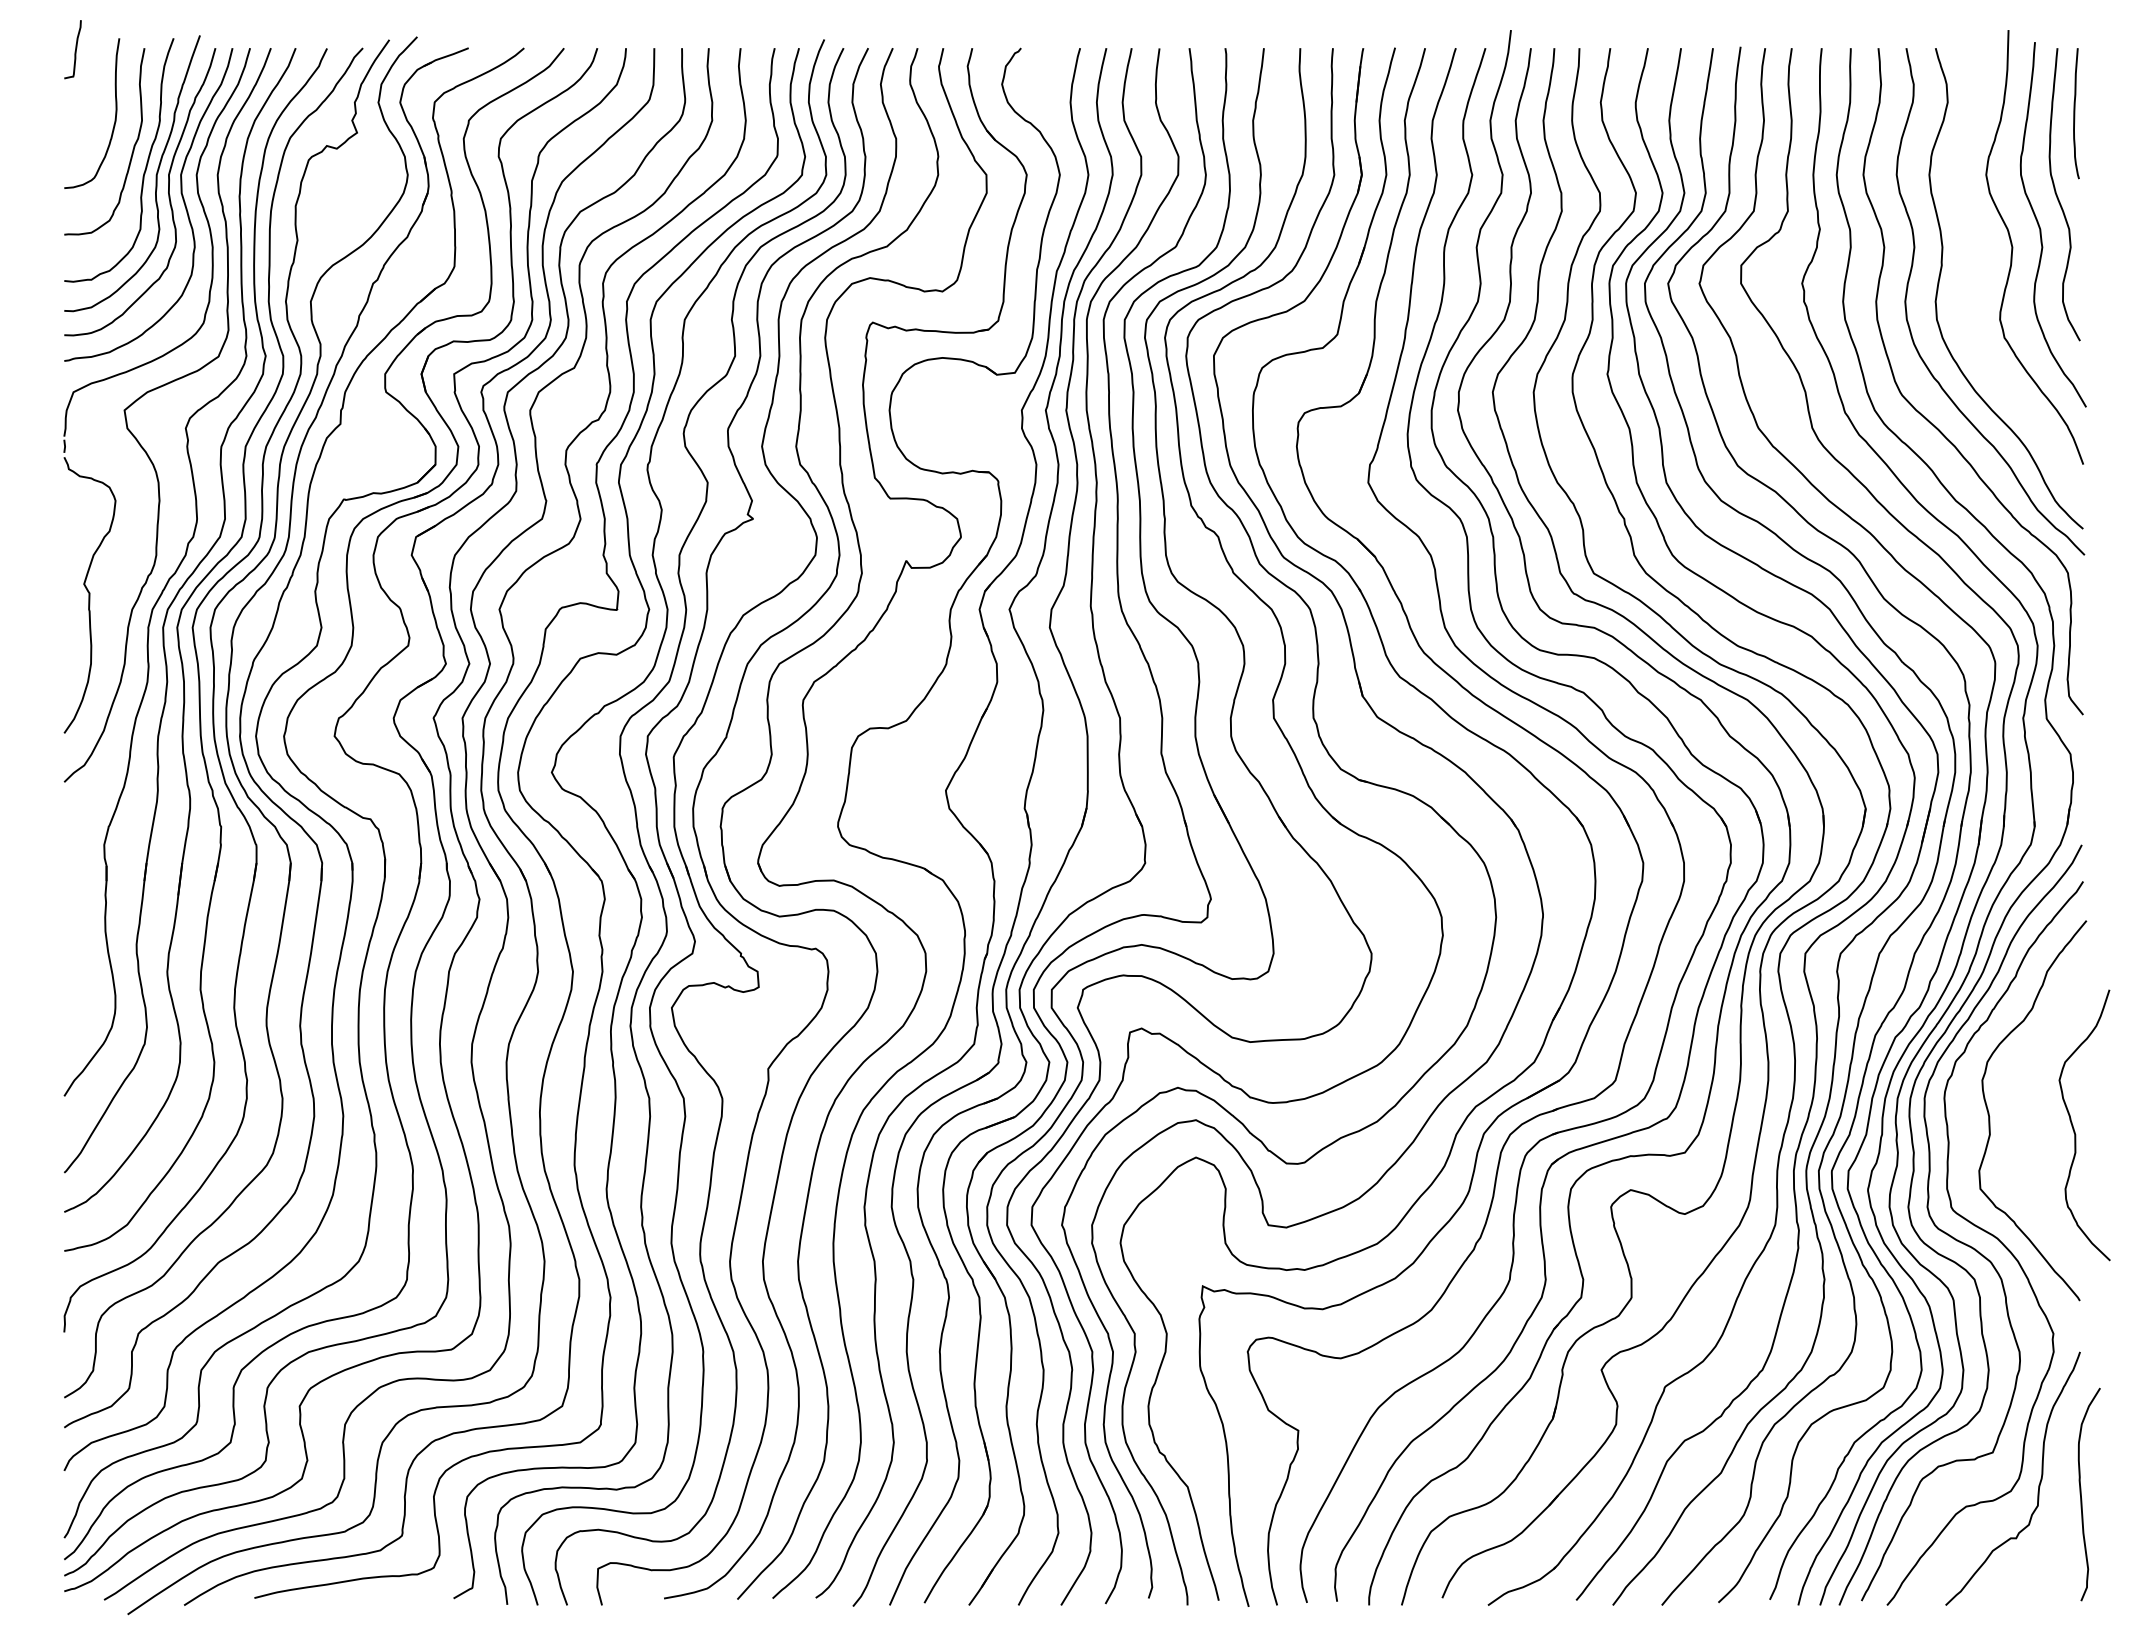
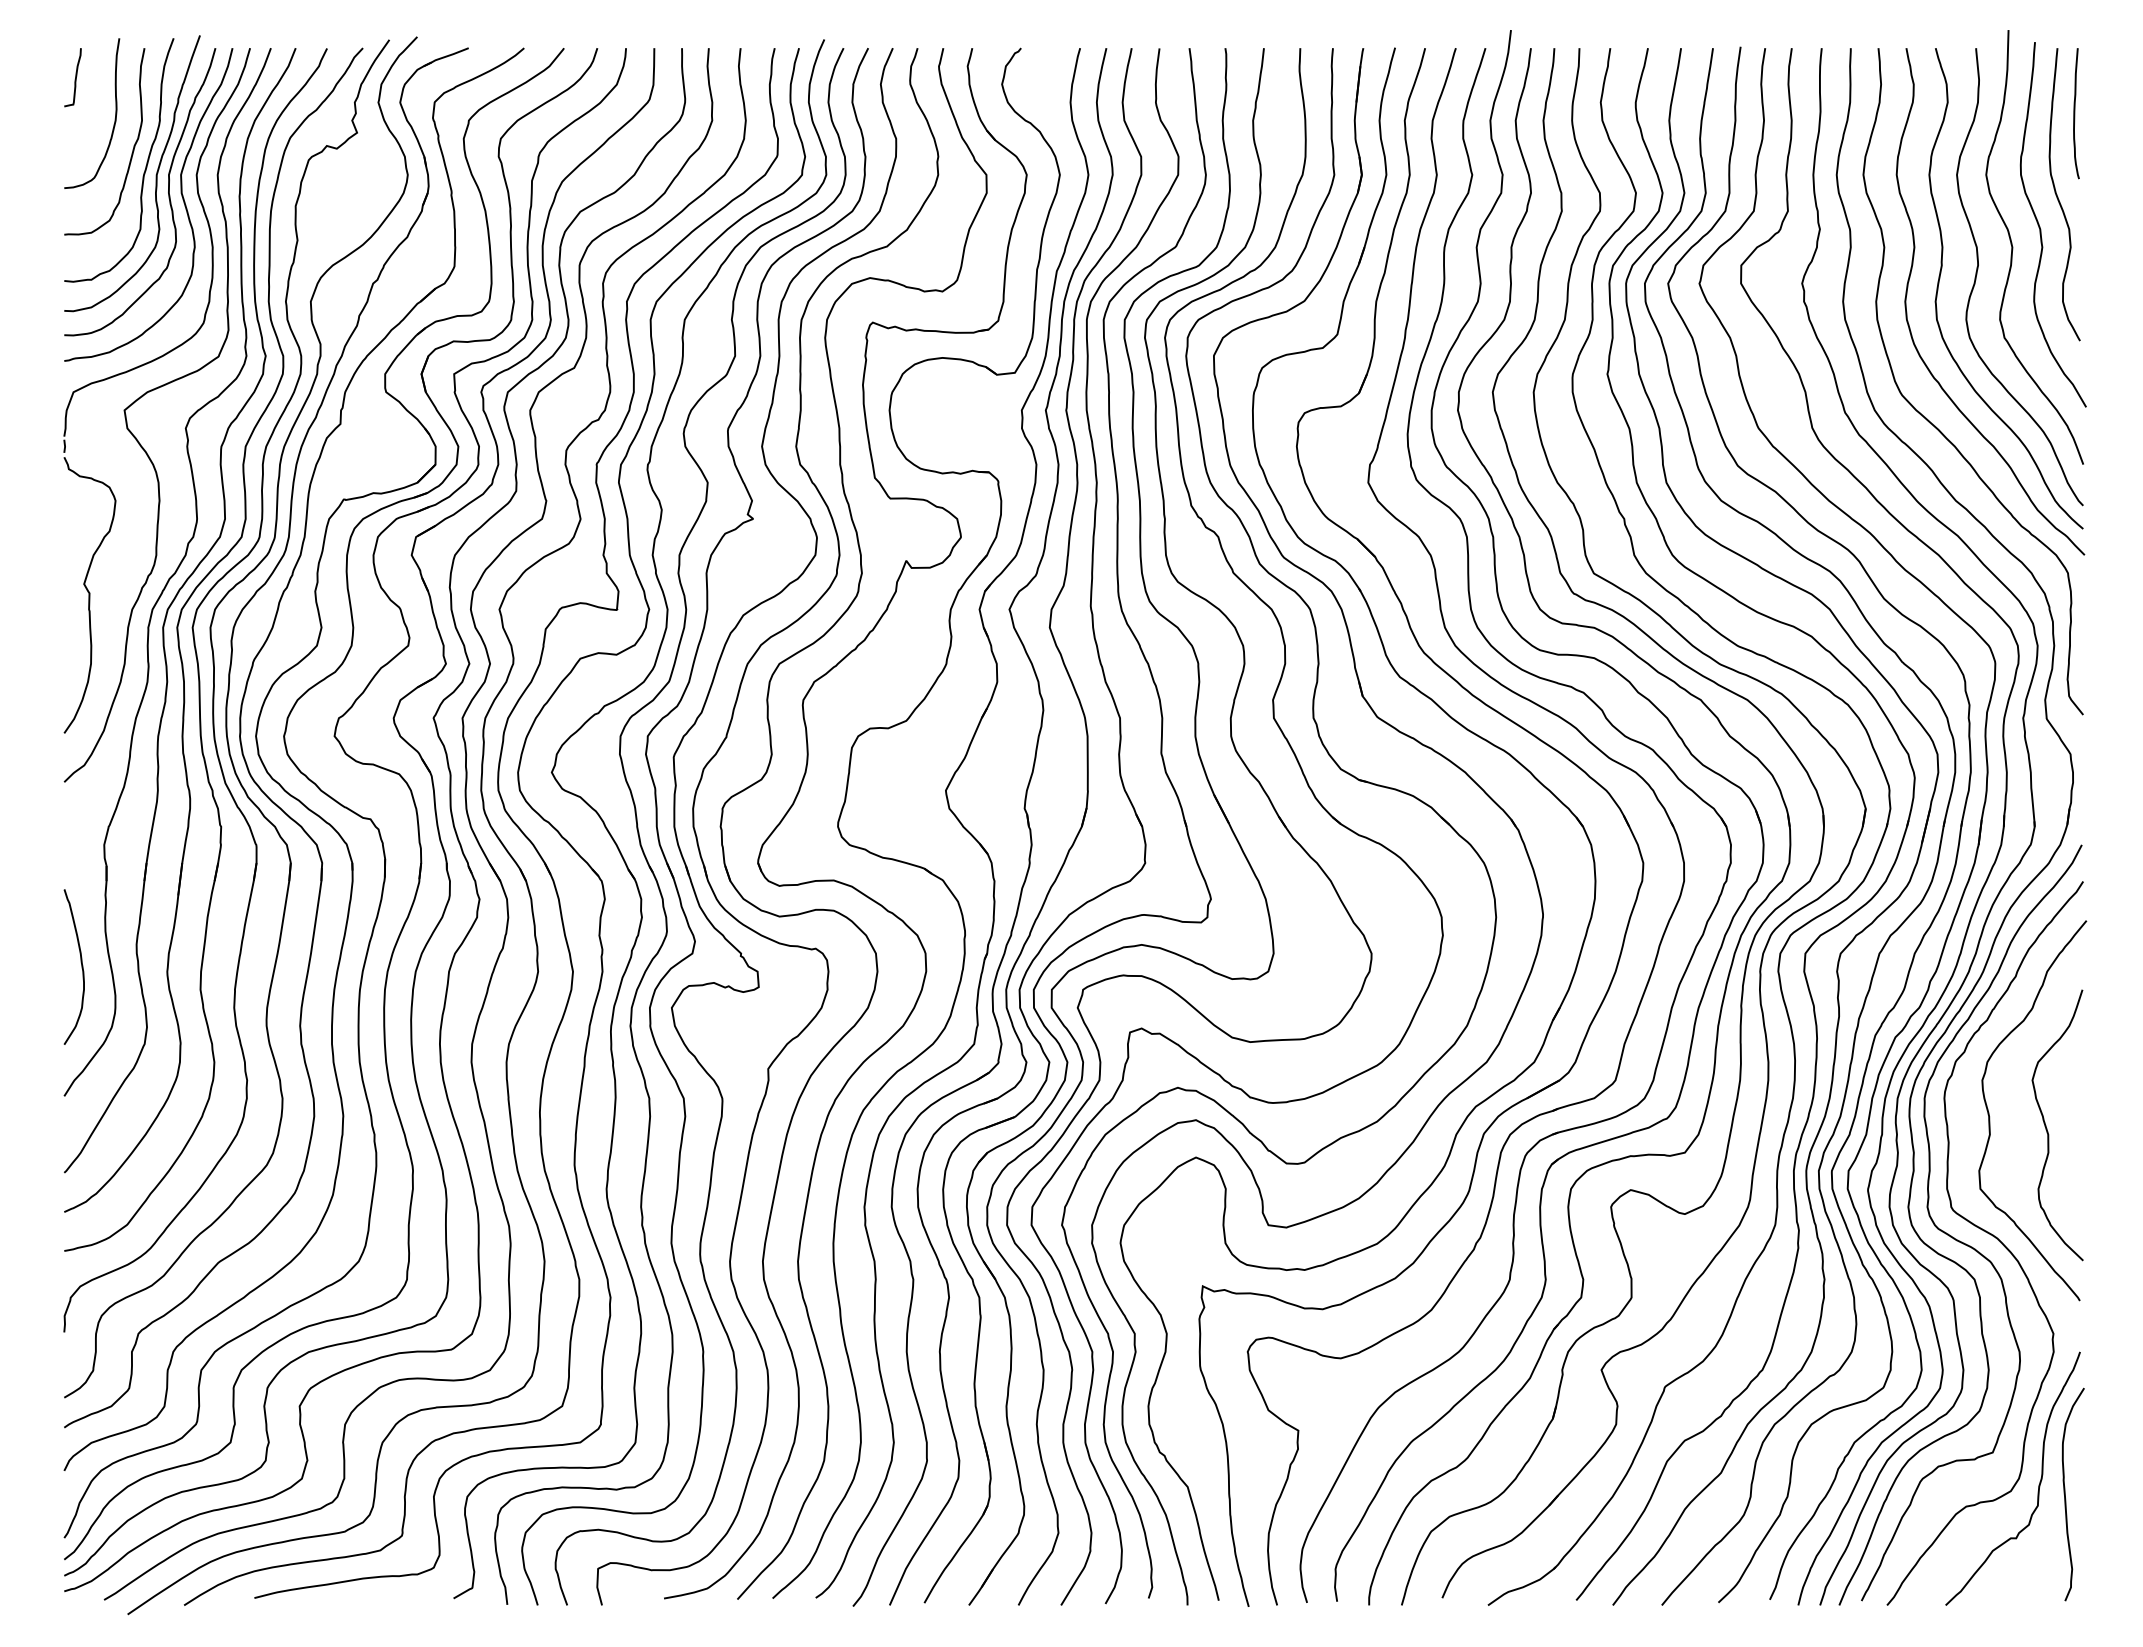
curve at (74, 51) position: (74, 51) -> (74, 79)
curve at (1978, 269): none -> present
curve at (81, 966): none -> present
curve at (2074, 1128) position: (2074, 1128) -> (2047, 1128)
curve at (2081, 1494) position: (2081, 1494) -> (2065, 1494)
